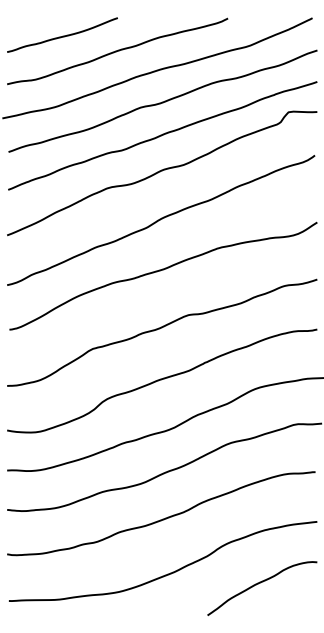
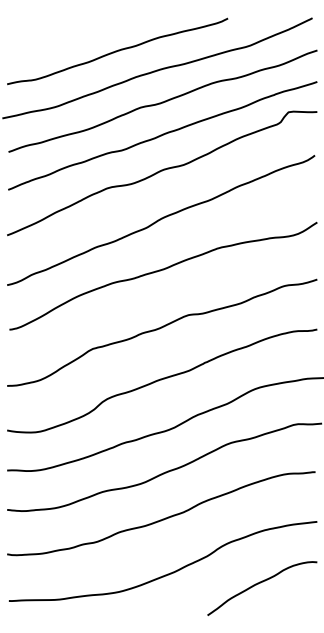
curve at (62, 35): present -> none
